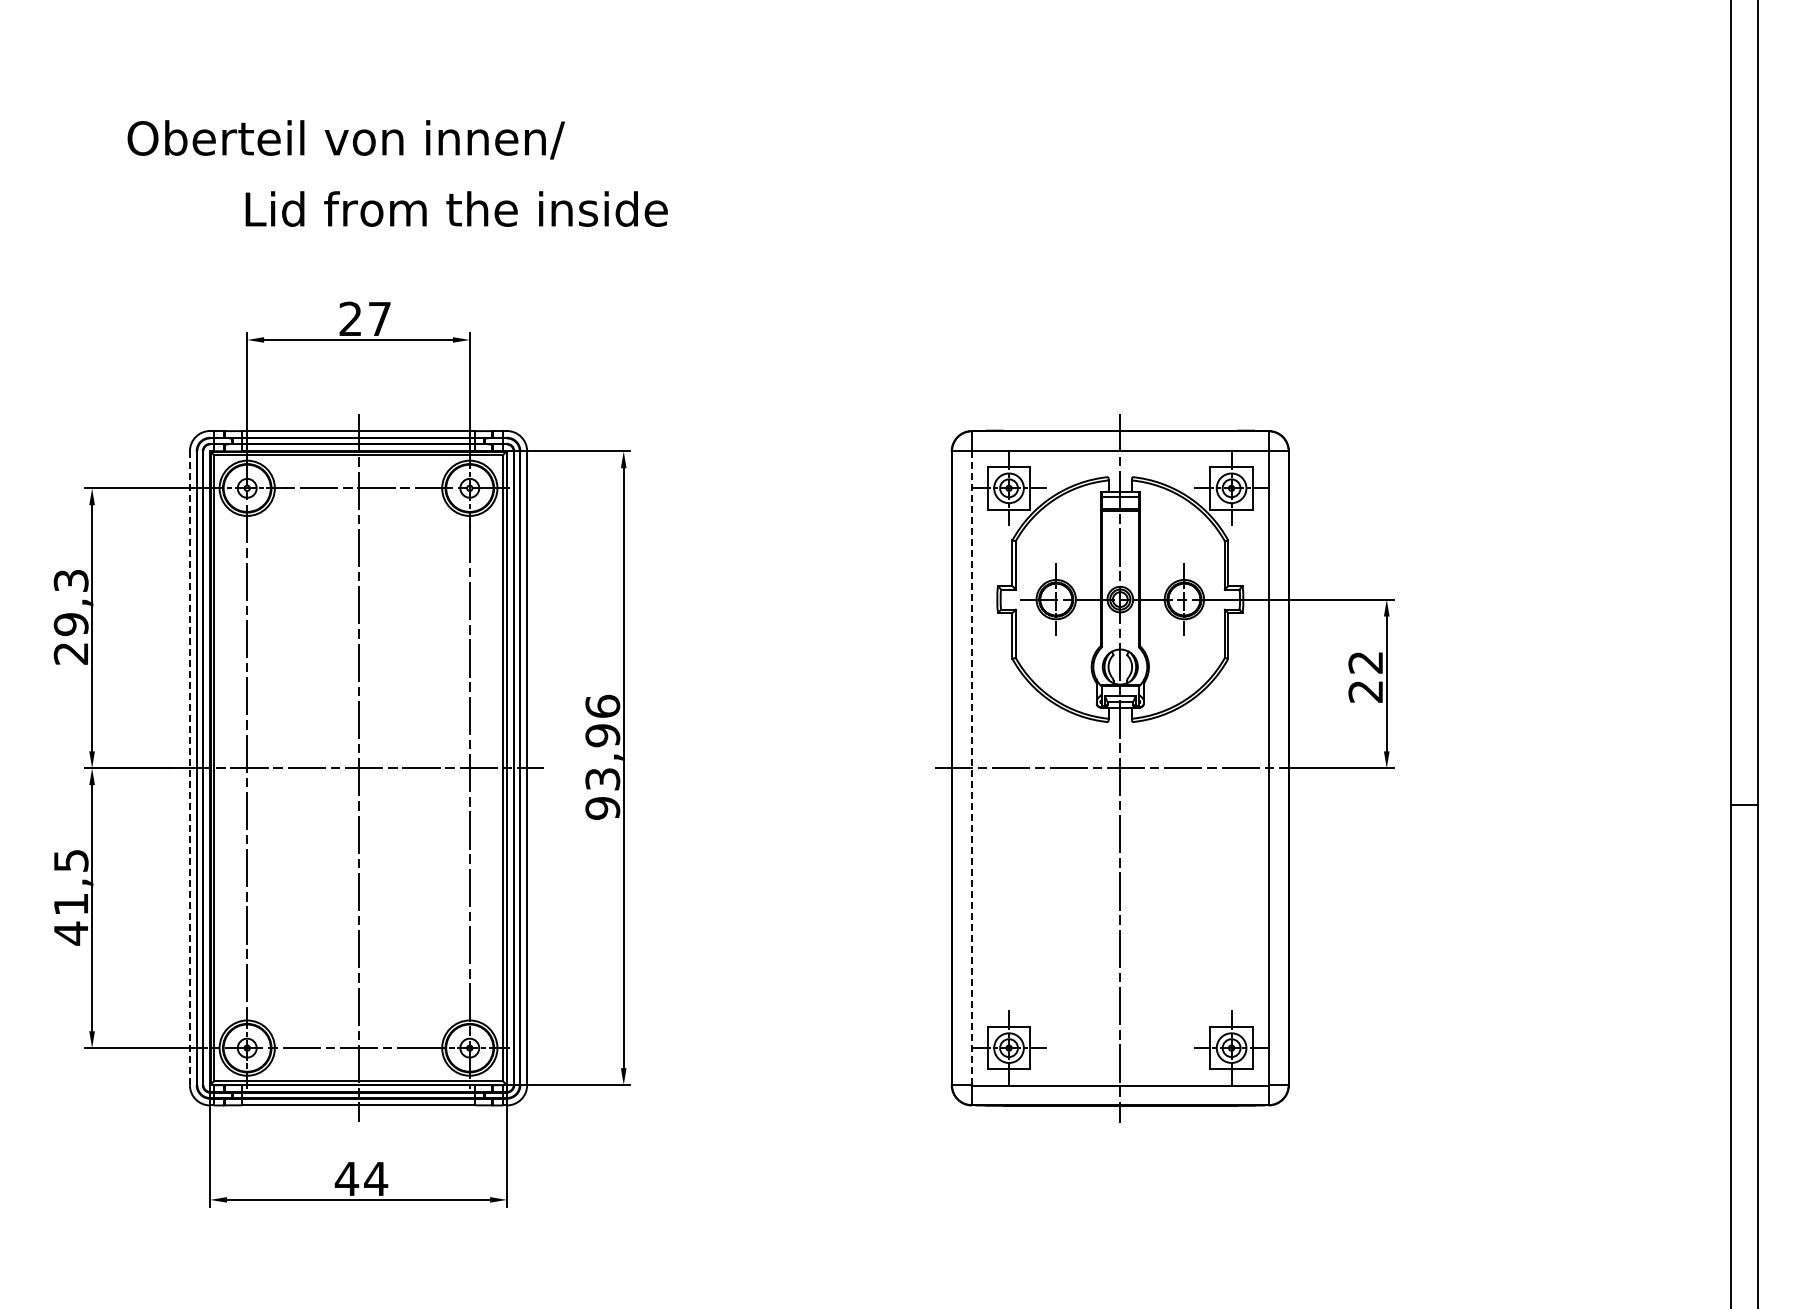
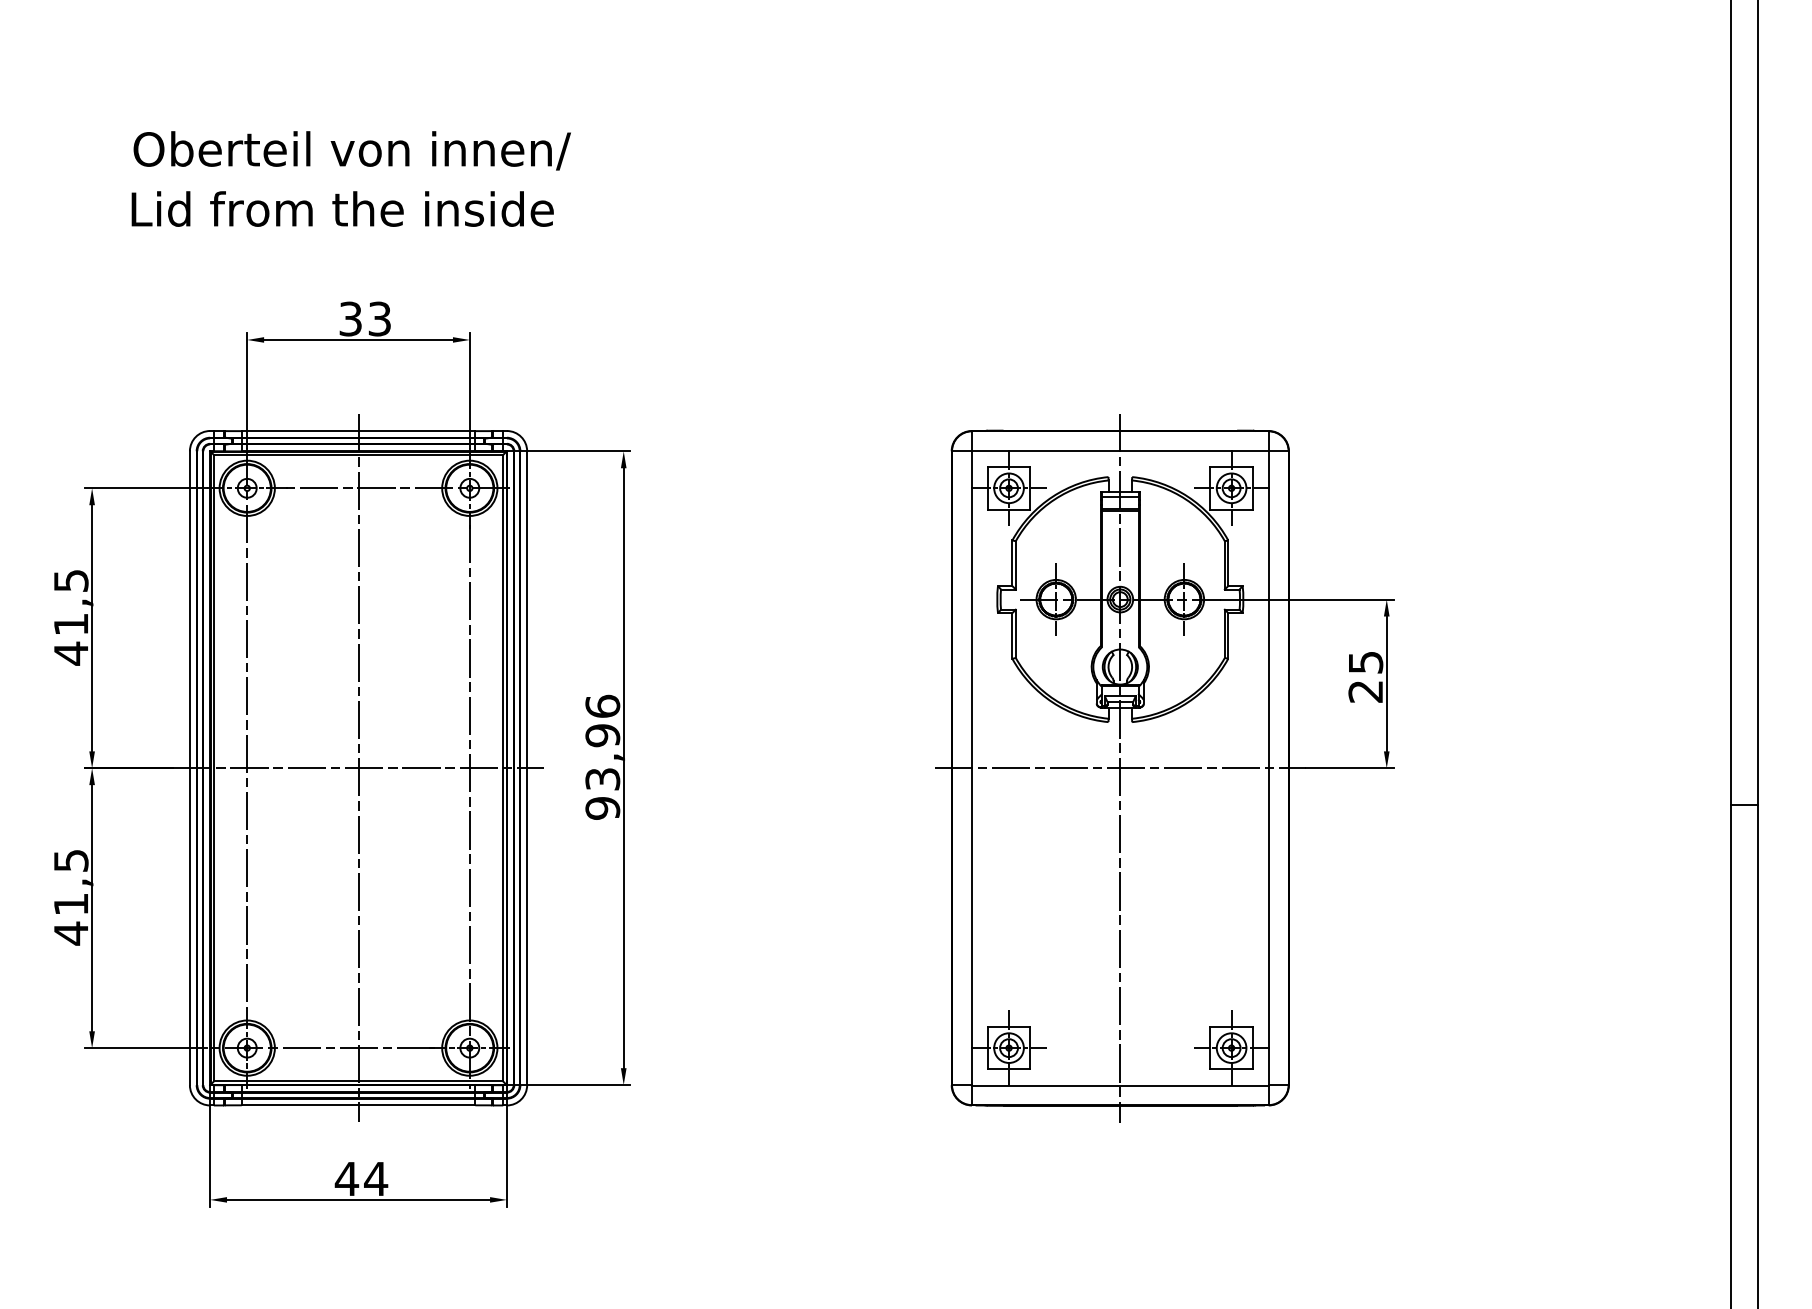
text at (345, 139) position: (345, 139) -> (351, 150)
text at (456, 208) position: (456, 208) -> (342, 208)
text at (364, 318): 27 -> 33
text at (70, 617): 29,3 -> 41,5
text at (1365, 662): 22 -> 25
line at (189, 768): dashed -> solid
line at (971, 768): dashed -> solid
